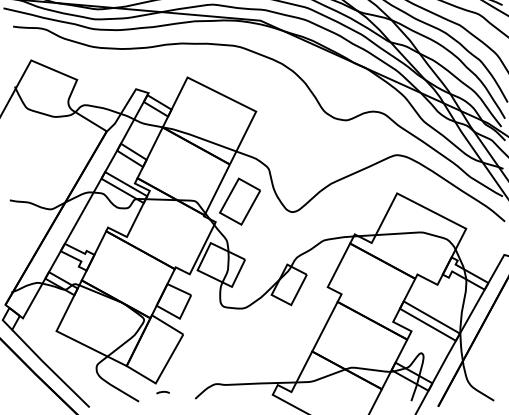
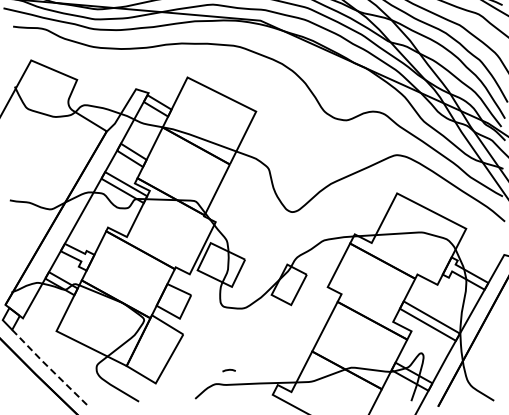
part at (239, 201): present -> none
line at (50, 368): solid -> dashed
line at (162, 392) position: (162, 392) -> (228, 370)
